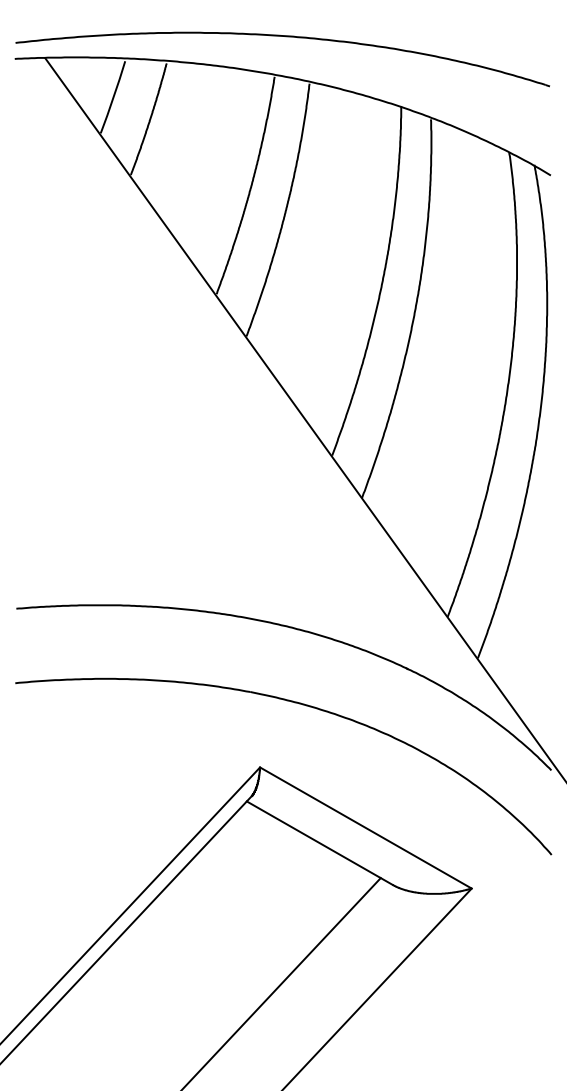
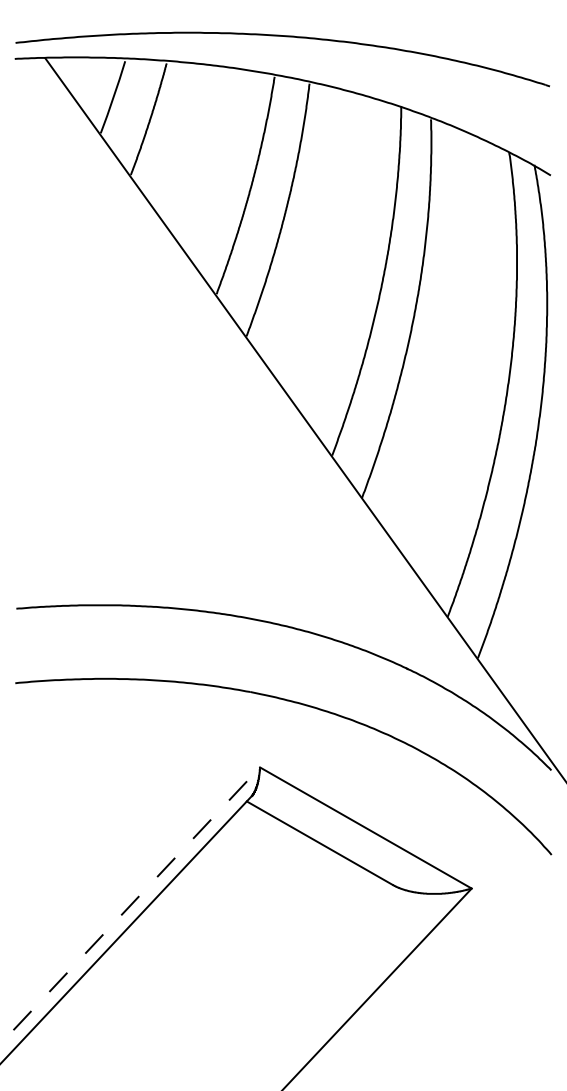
line at (130, 905): solid -> dashed
line at (282, 982): present -> none
